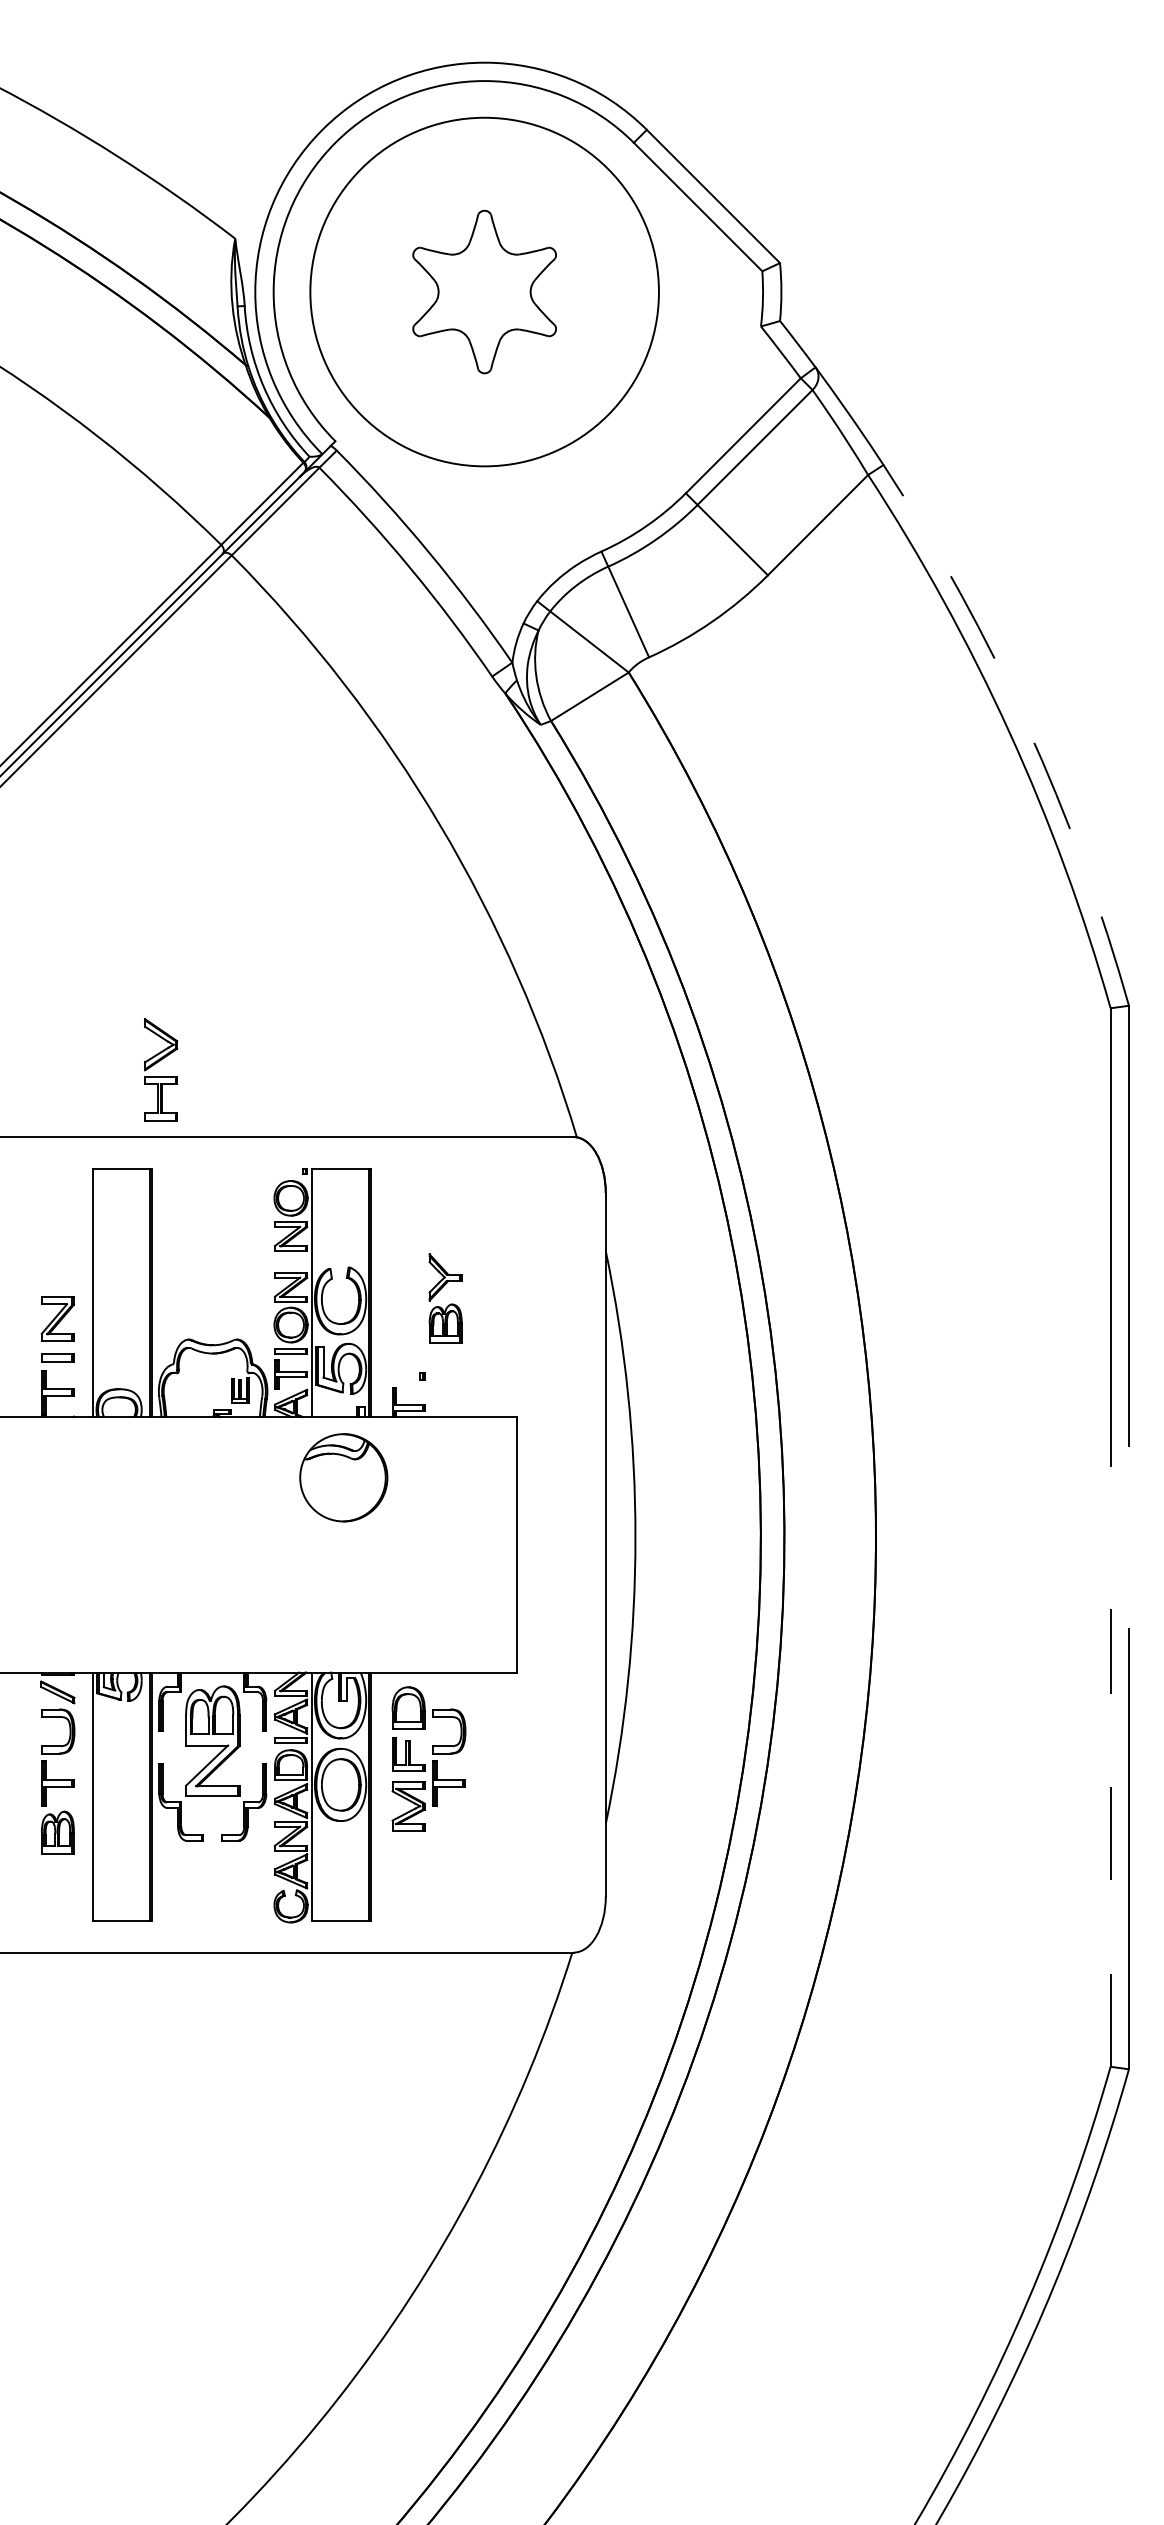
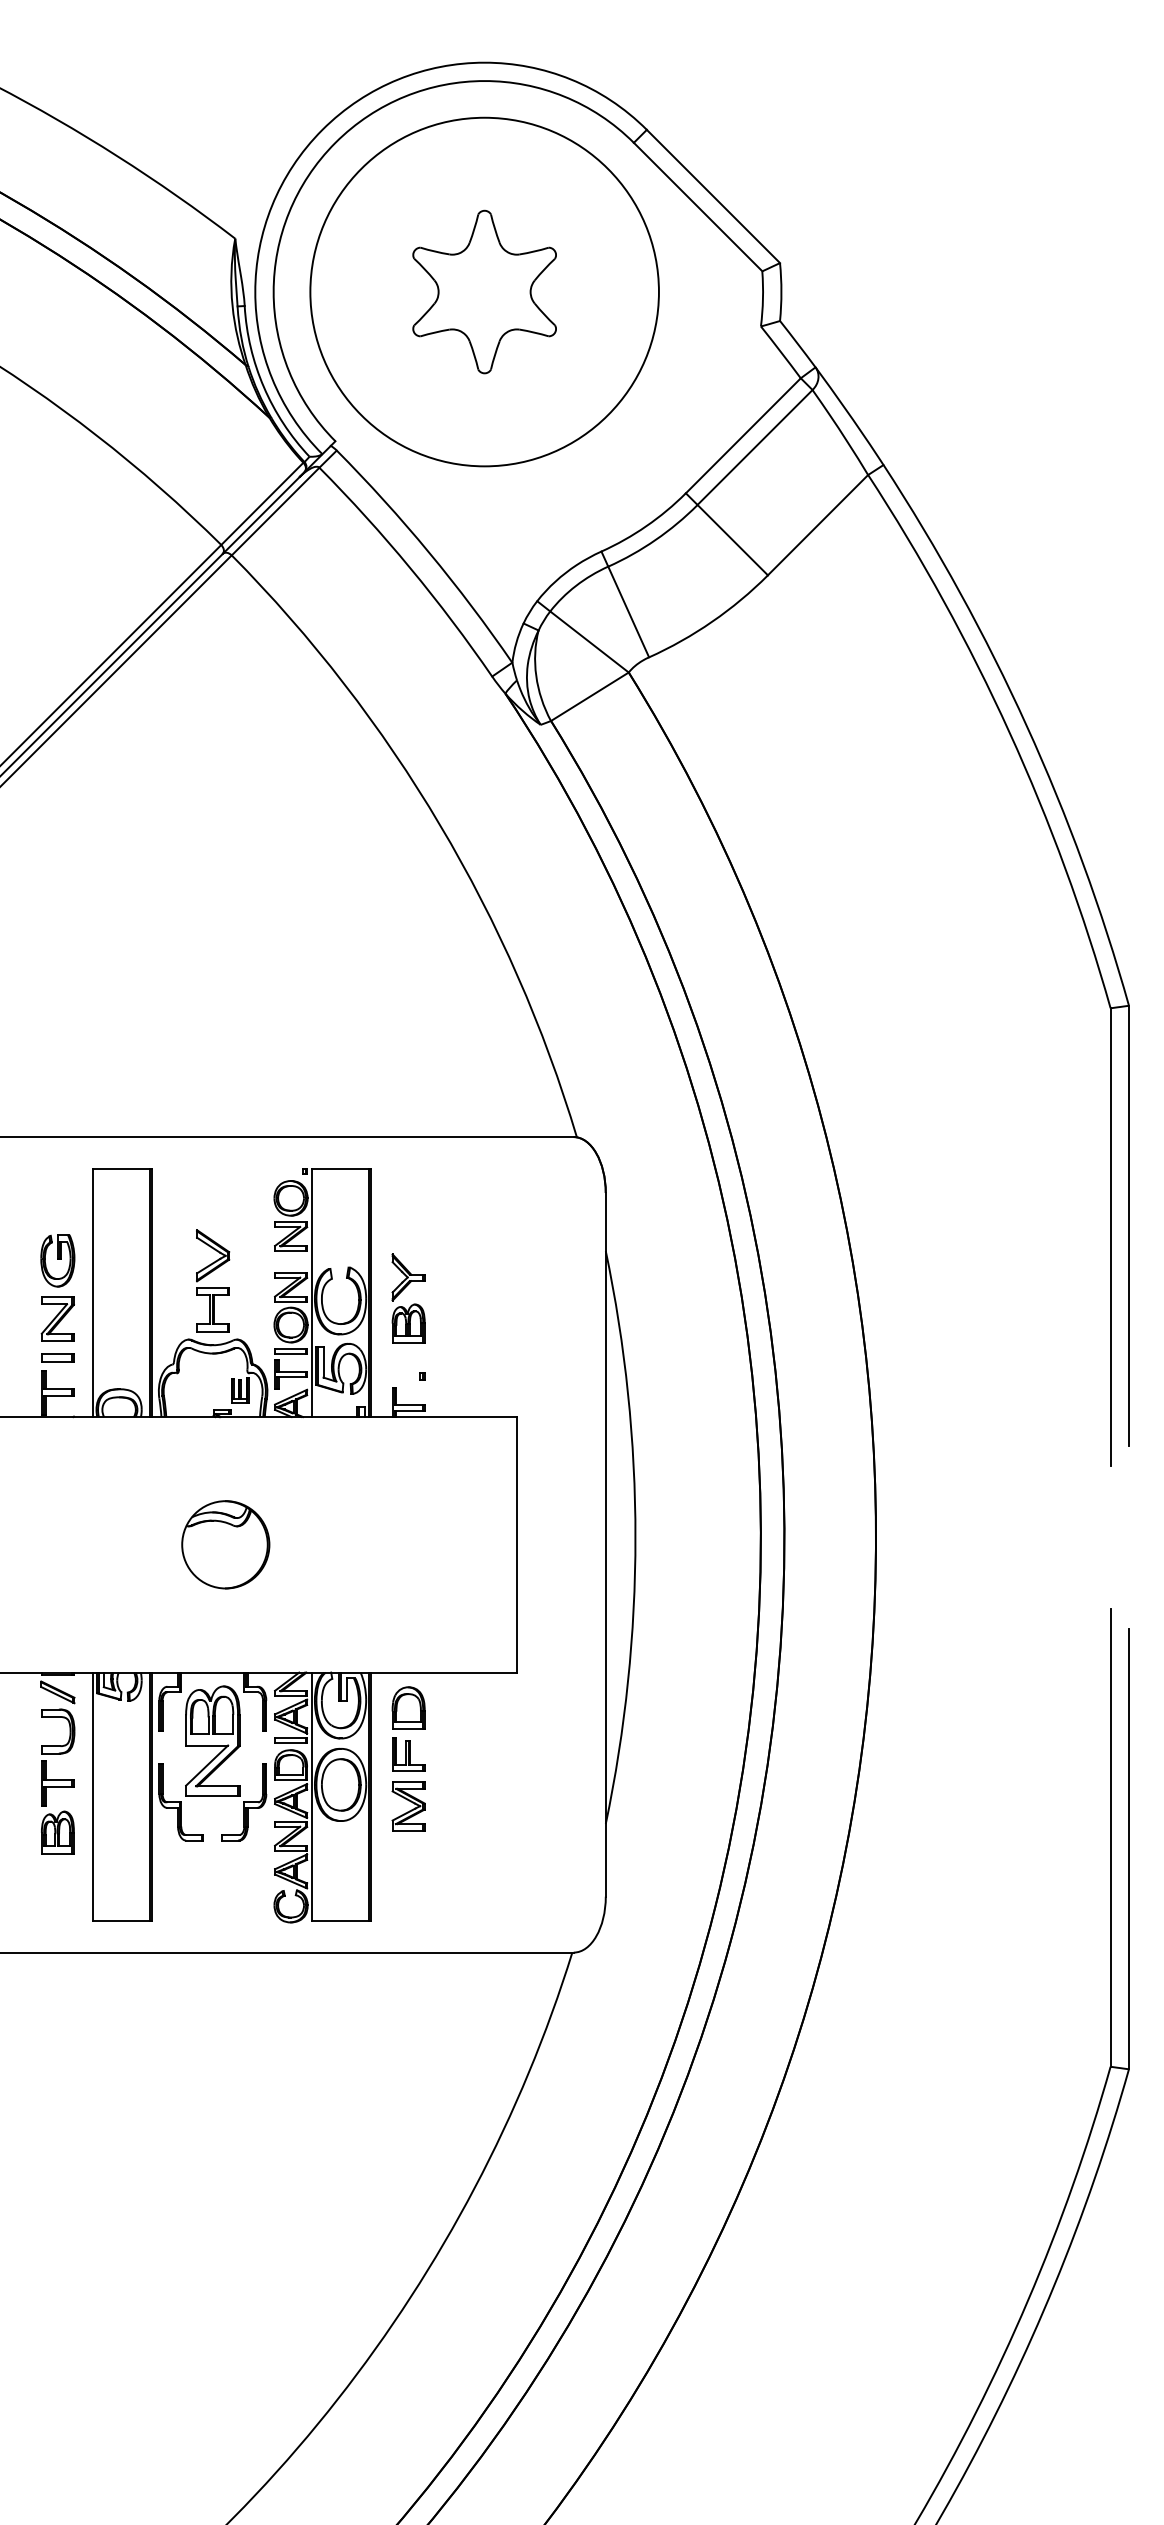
arc at (1026, 726): dashed -> solid
part at (161, 1076) position: (161, 1076) -> (213, 1287)
part at (57, 1260): none -> present
part at (448, 1304) position: (448, 1304) -> (411, 1304)
part at (343, 1477) position: (343, 1477) -> (225, 1544)
part at (449, 1757): present -> none
line at (1110, 1837): dashed -> solid
